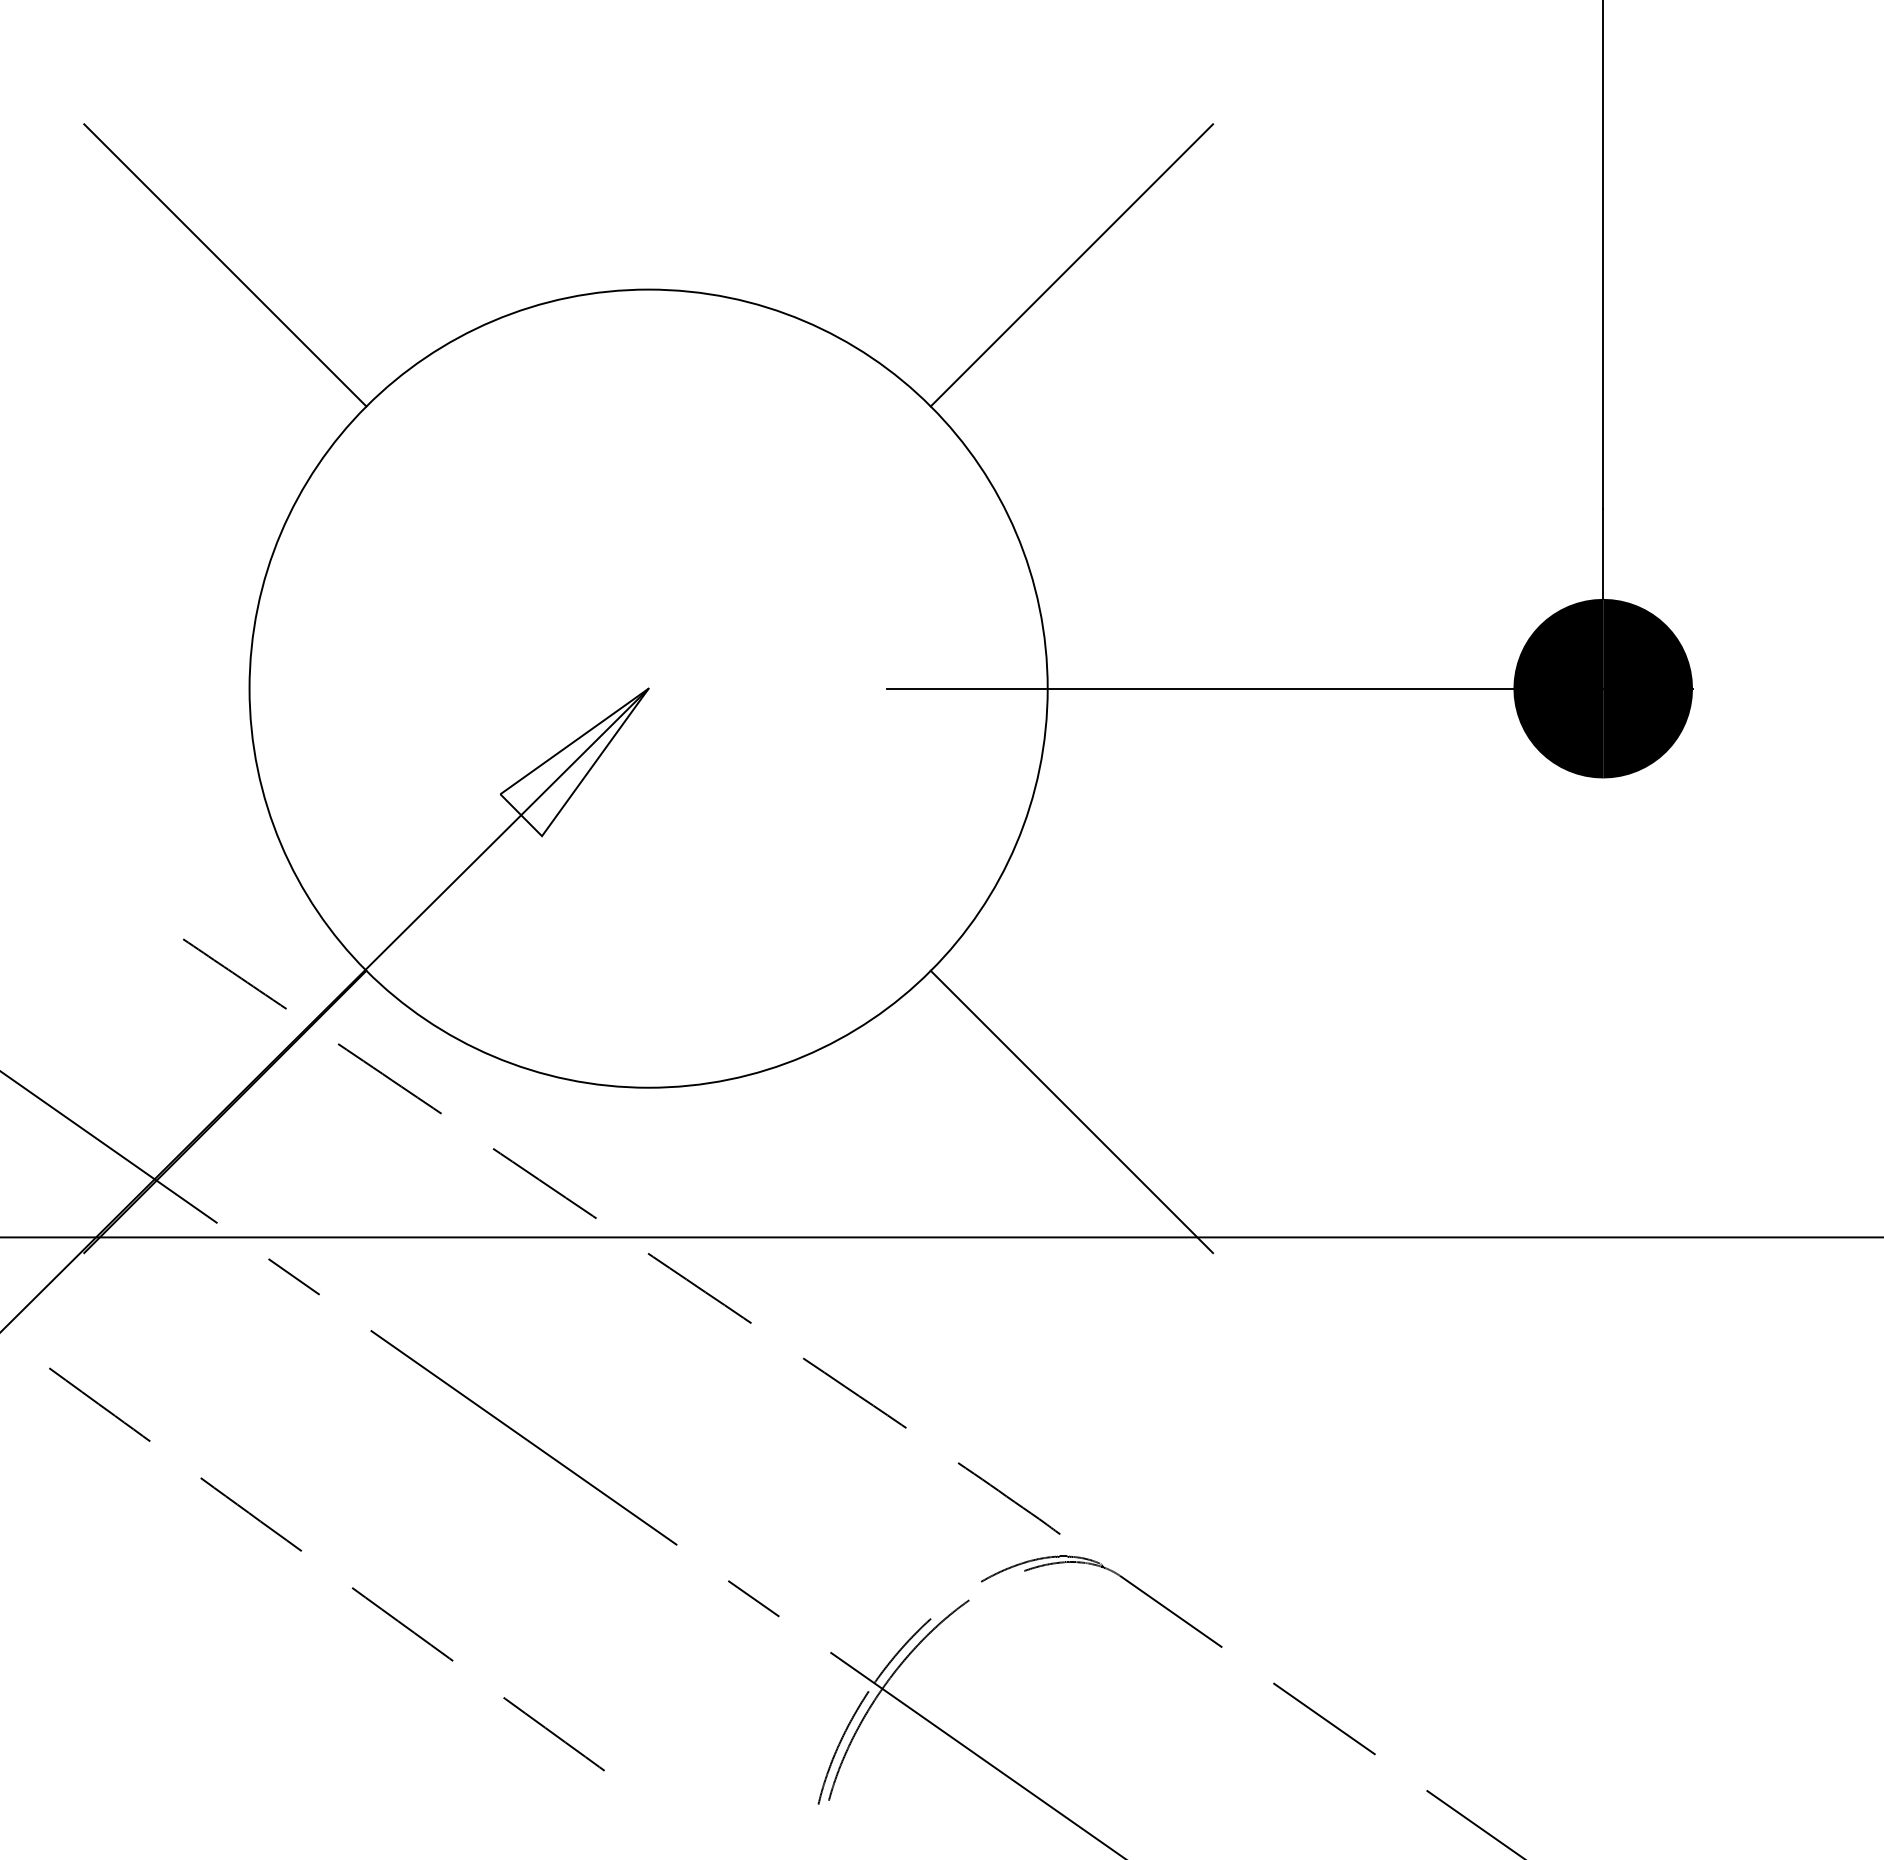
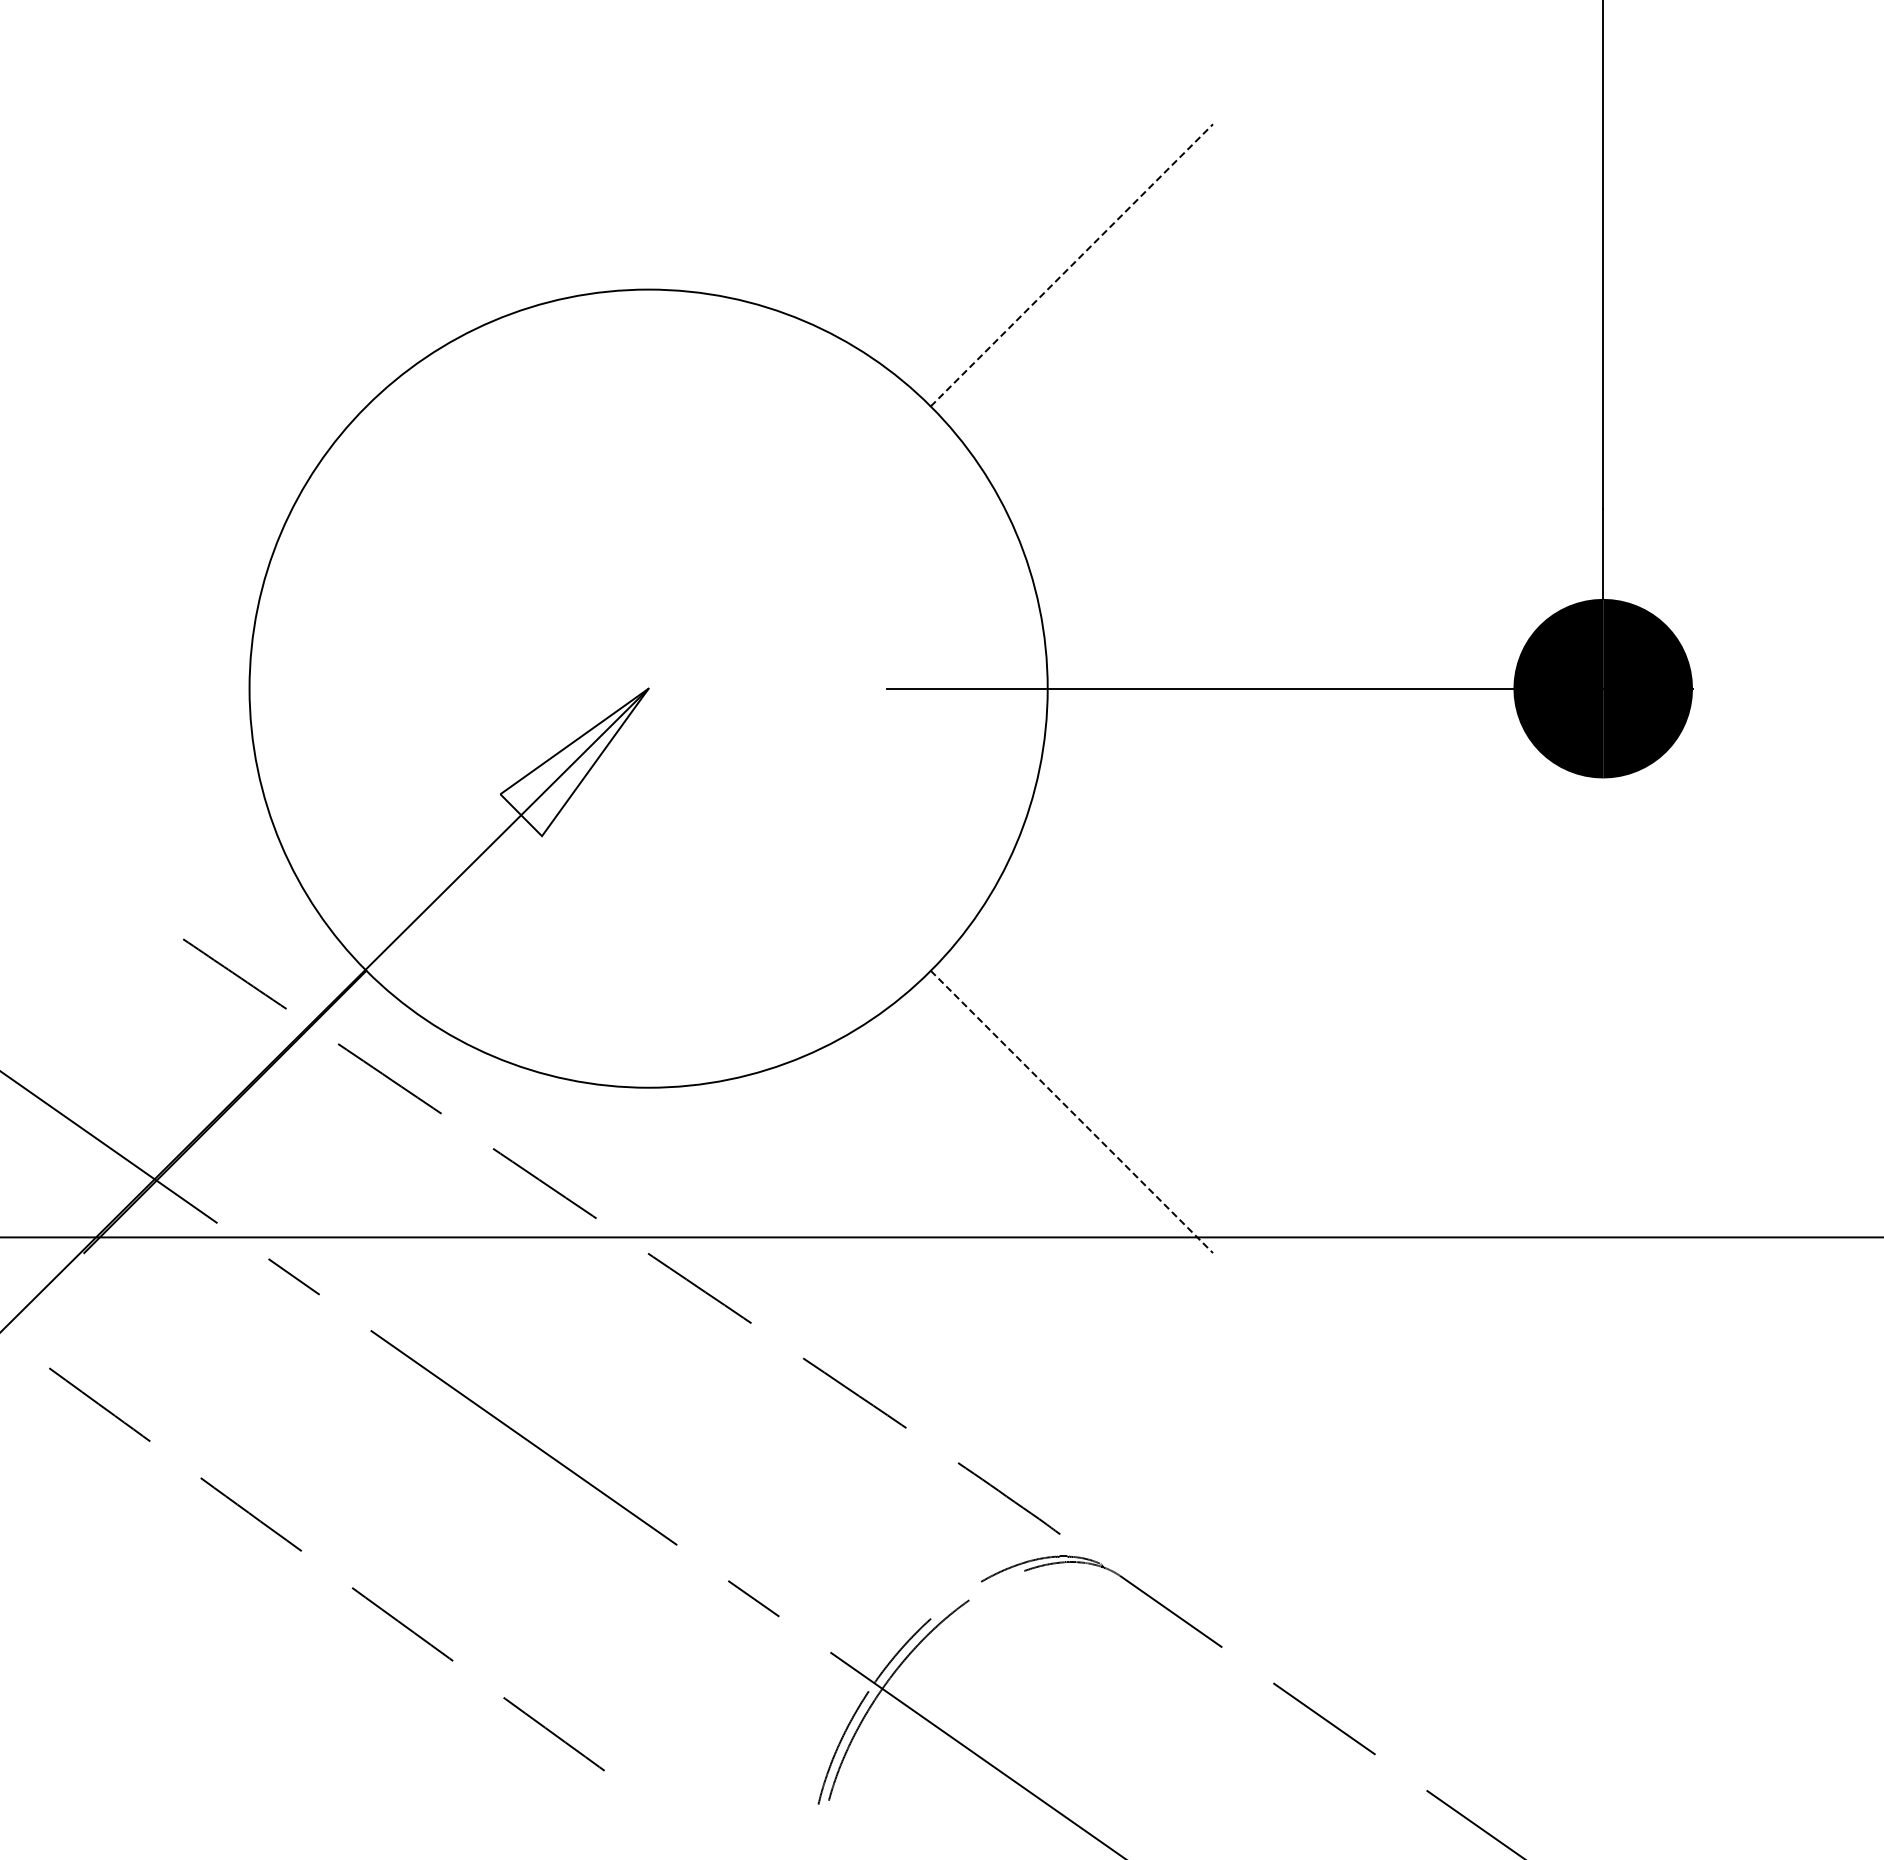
line at (225, 265): present -> none
line at (1071, 265): solid -> dashed
line at (1071, 1111): solid -> dashed
